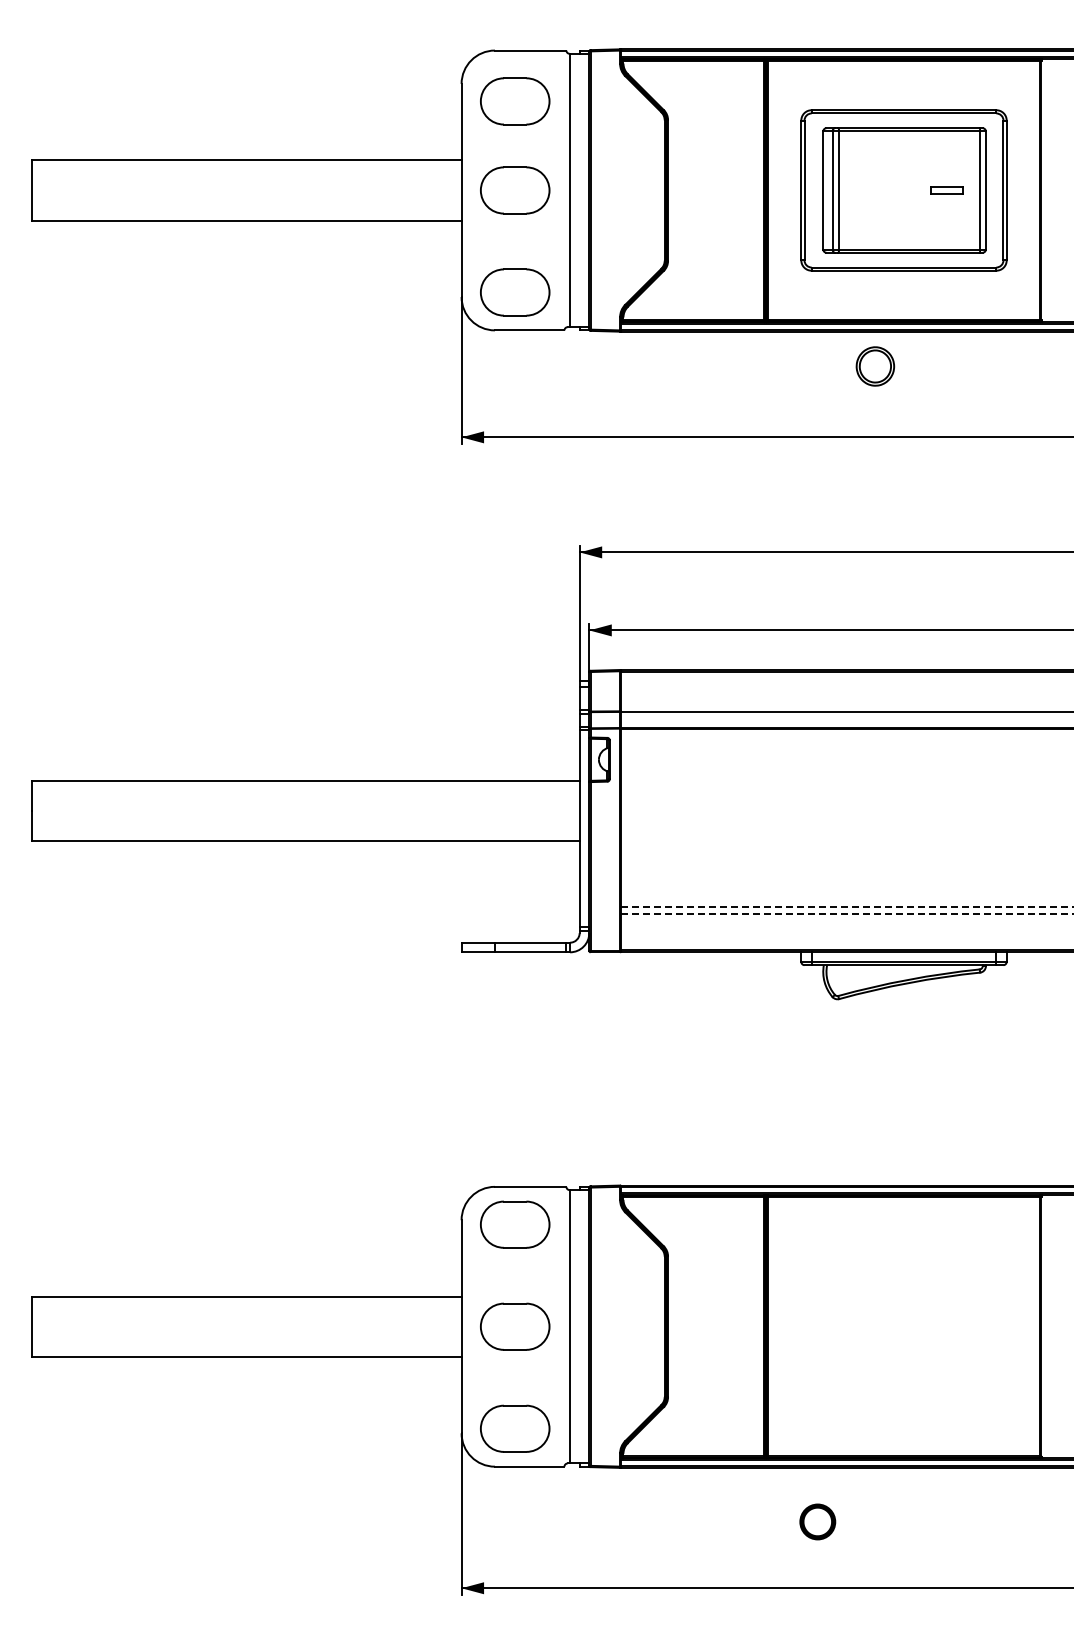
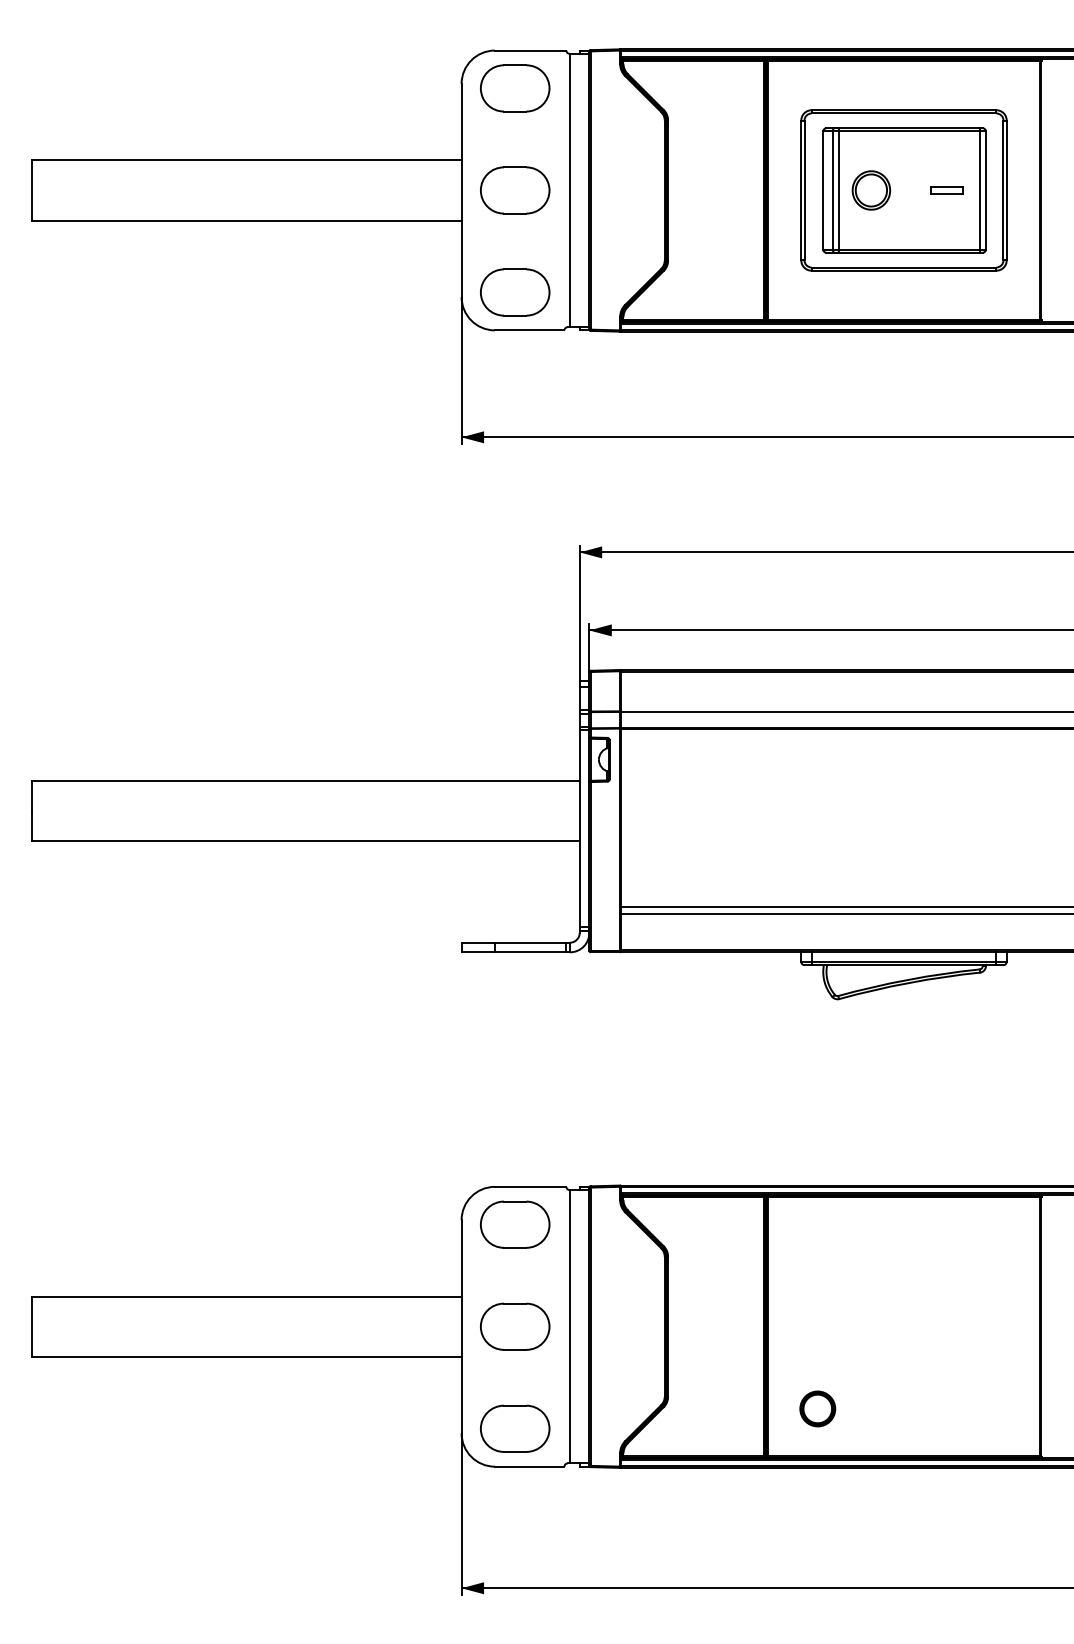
part at (515, 101) position: (515, 101) -> (515, 88)
part at (875, 366) position: (875, 366) -> (871, 190)
line at (847, 907): dashed -> solid
line at (847, 913): dashed -> solid
part at (817, 1521) position: (817, 1521) -> (817, 1408)
